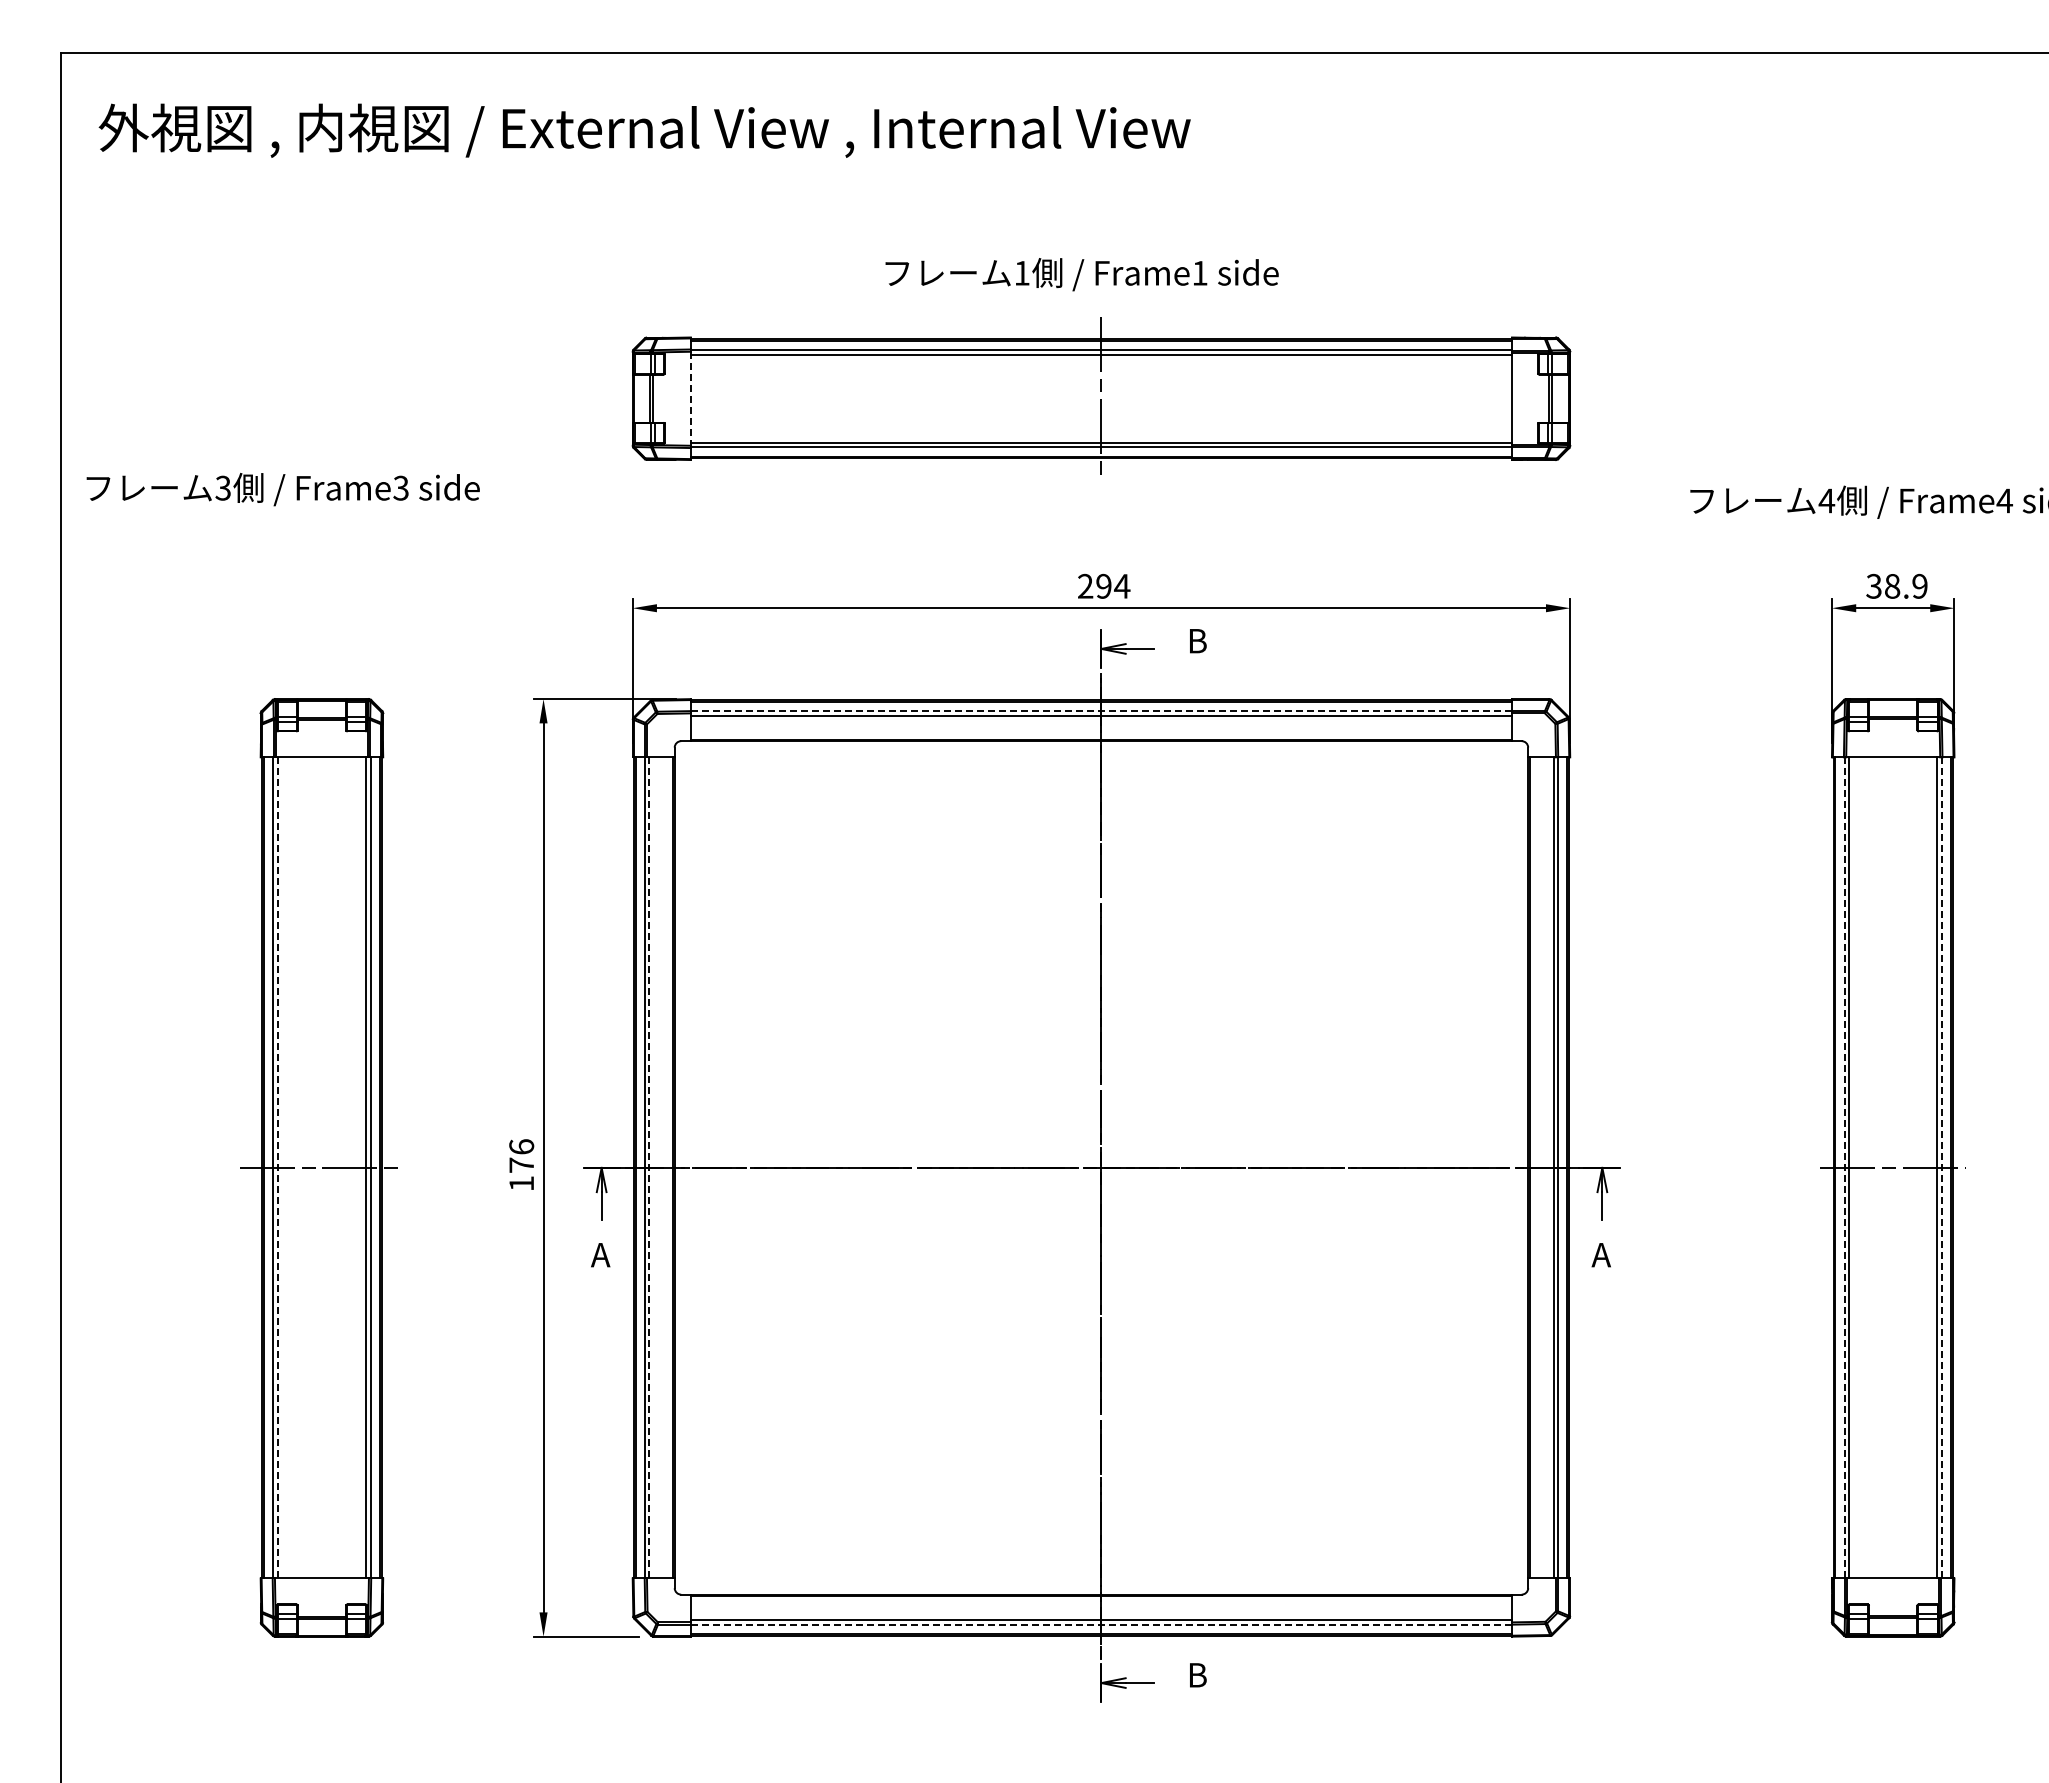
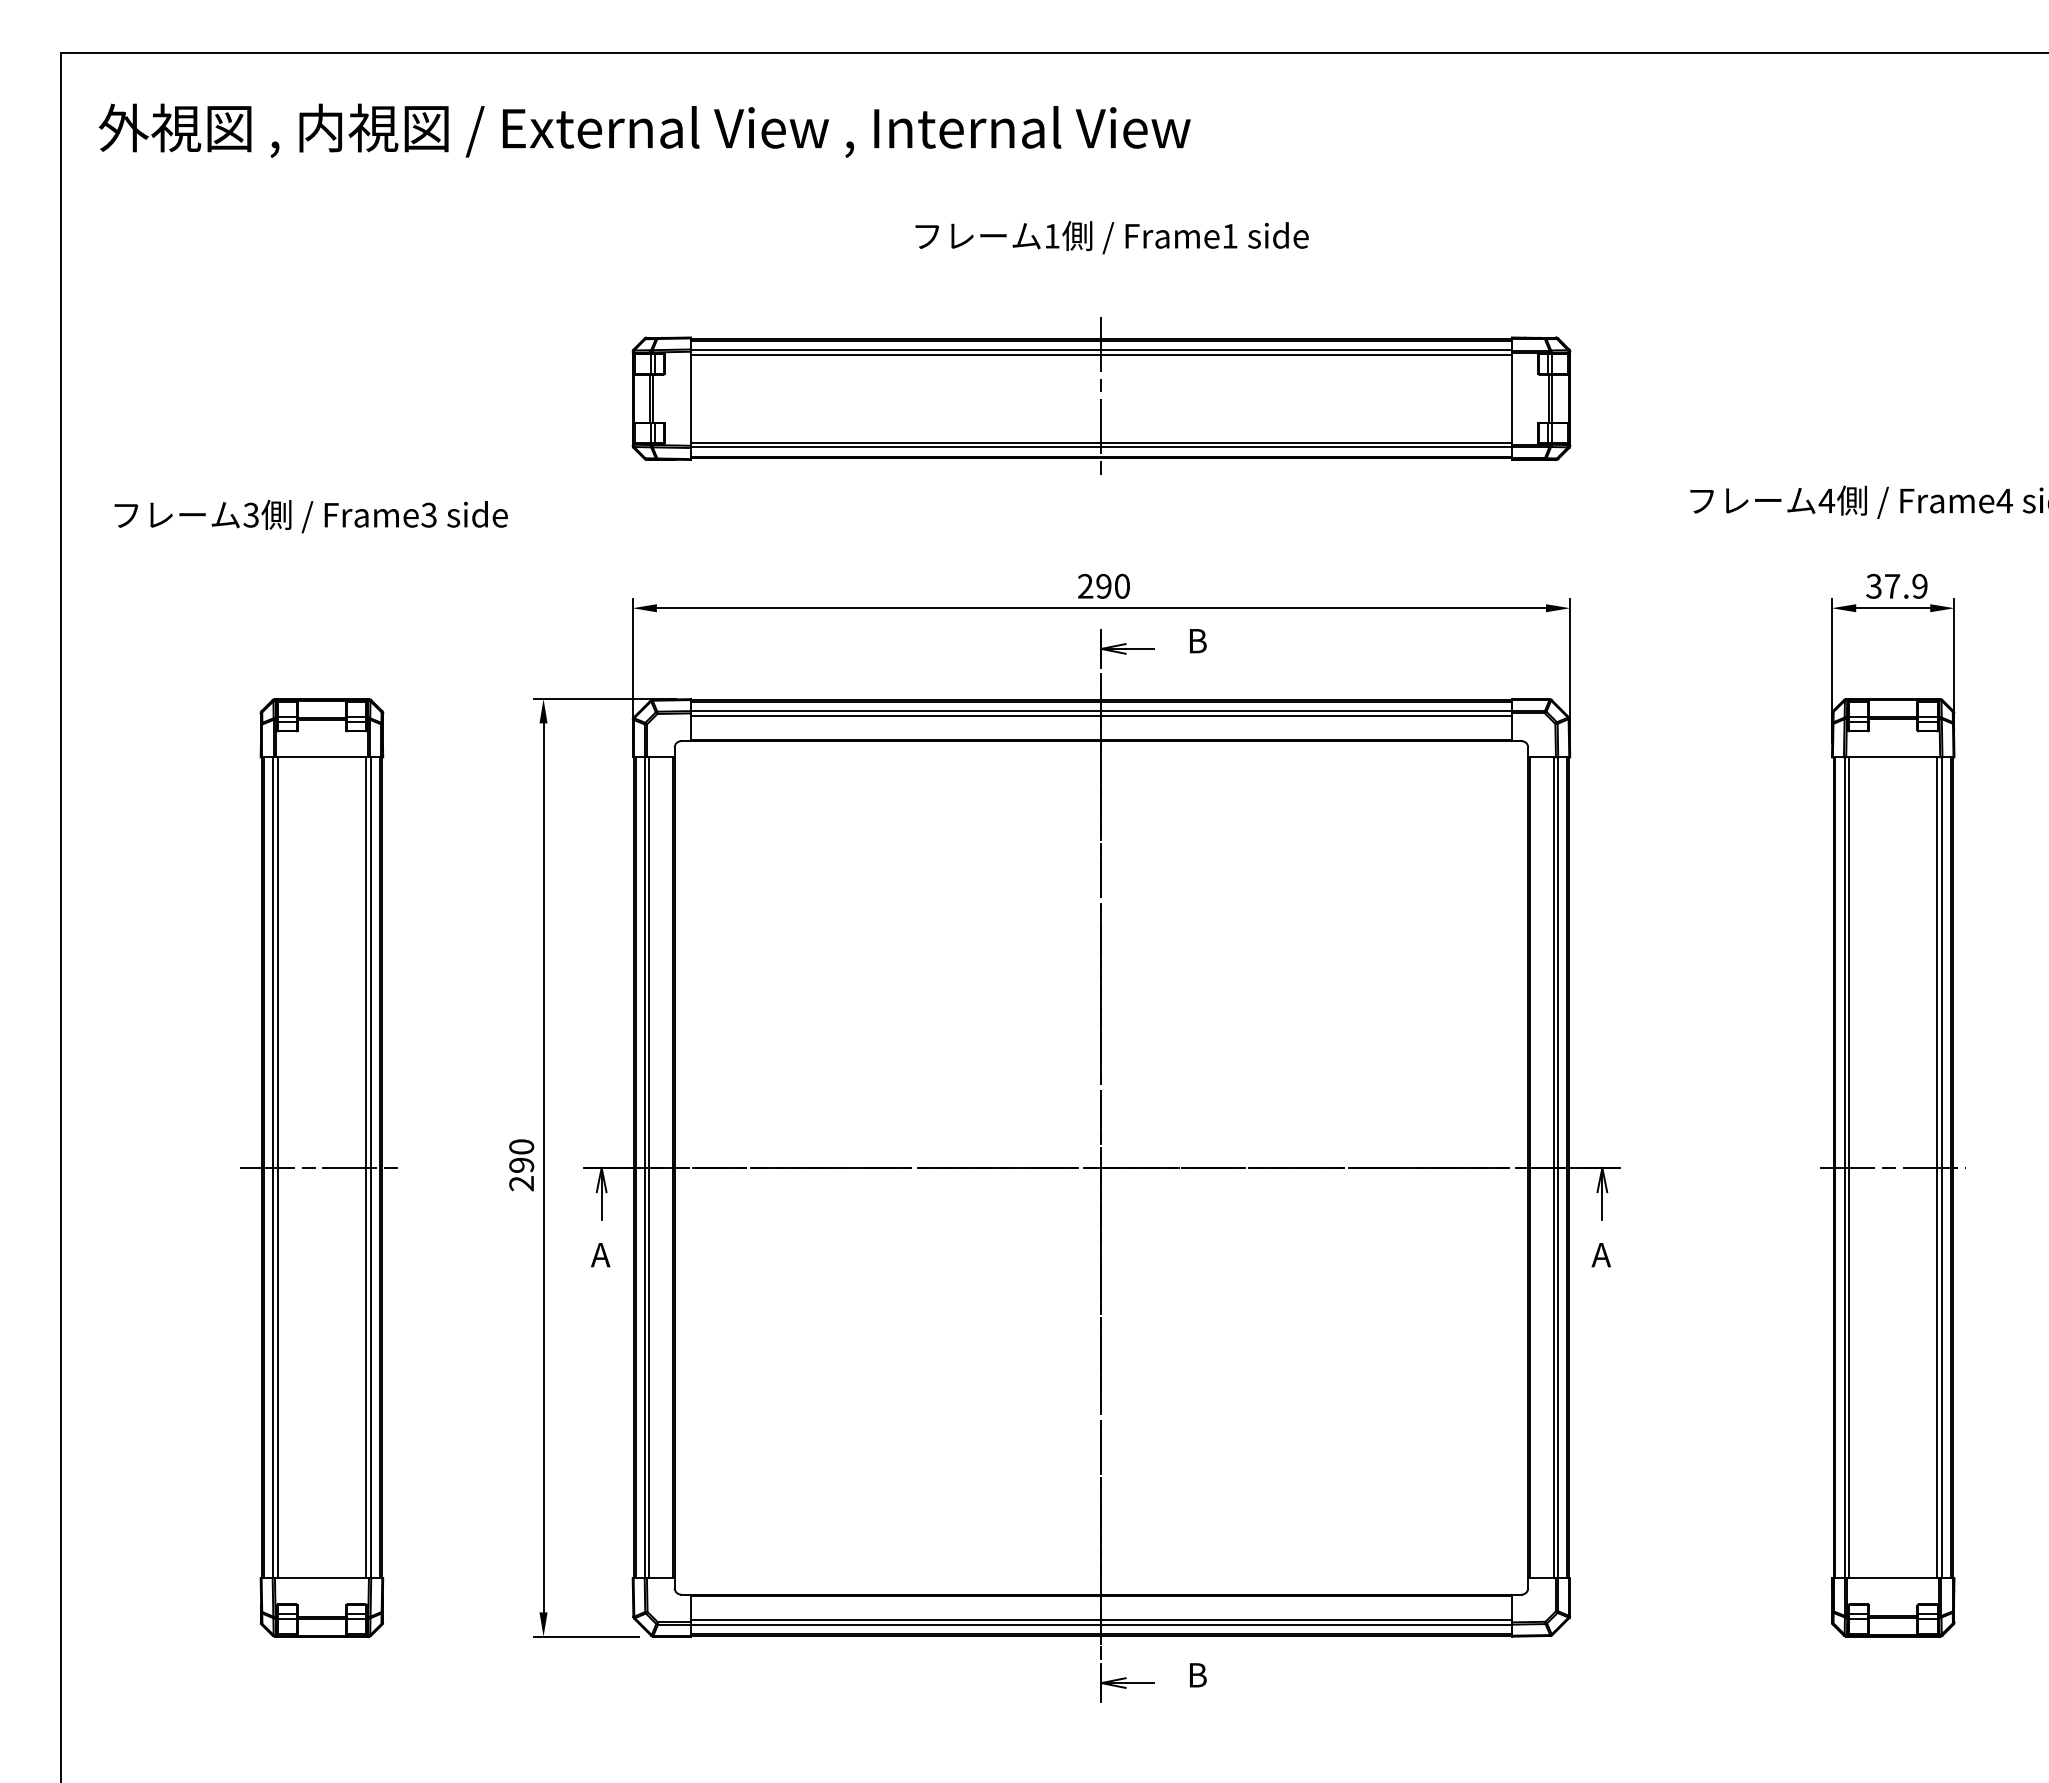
text at (1081, 274) position: (1081, 274) -> (1111, 237)
line at (690, 398): dashed -> solid
text at (282, 489) position: (282, 489) -> (310, 516)
text at (1122, 585): 294 -> 290
text at (1892, 586): 38.9 -> 37.9
line at (1101, 711): dashed -> solid
text at (521, 1165): 176 -> 290
line at (277, 1167): dashed -> solid
line at (649, 1167): dashed -> solid
line at (1844, 1167): dashed -> solid
line at (1941, 1167): dashed -> solid
line at (1101, 1624): dashed -> solid
